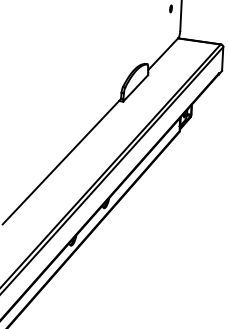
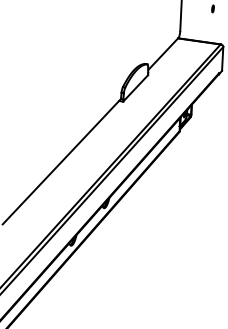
part at (170, 8) position: (170, 8) -> (212, 8)
